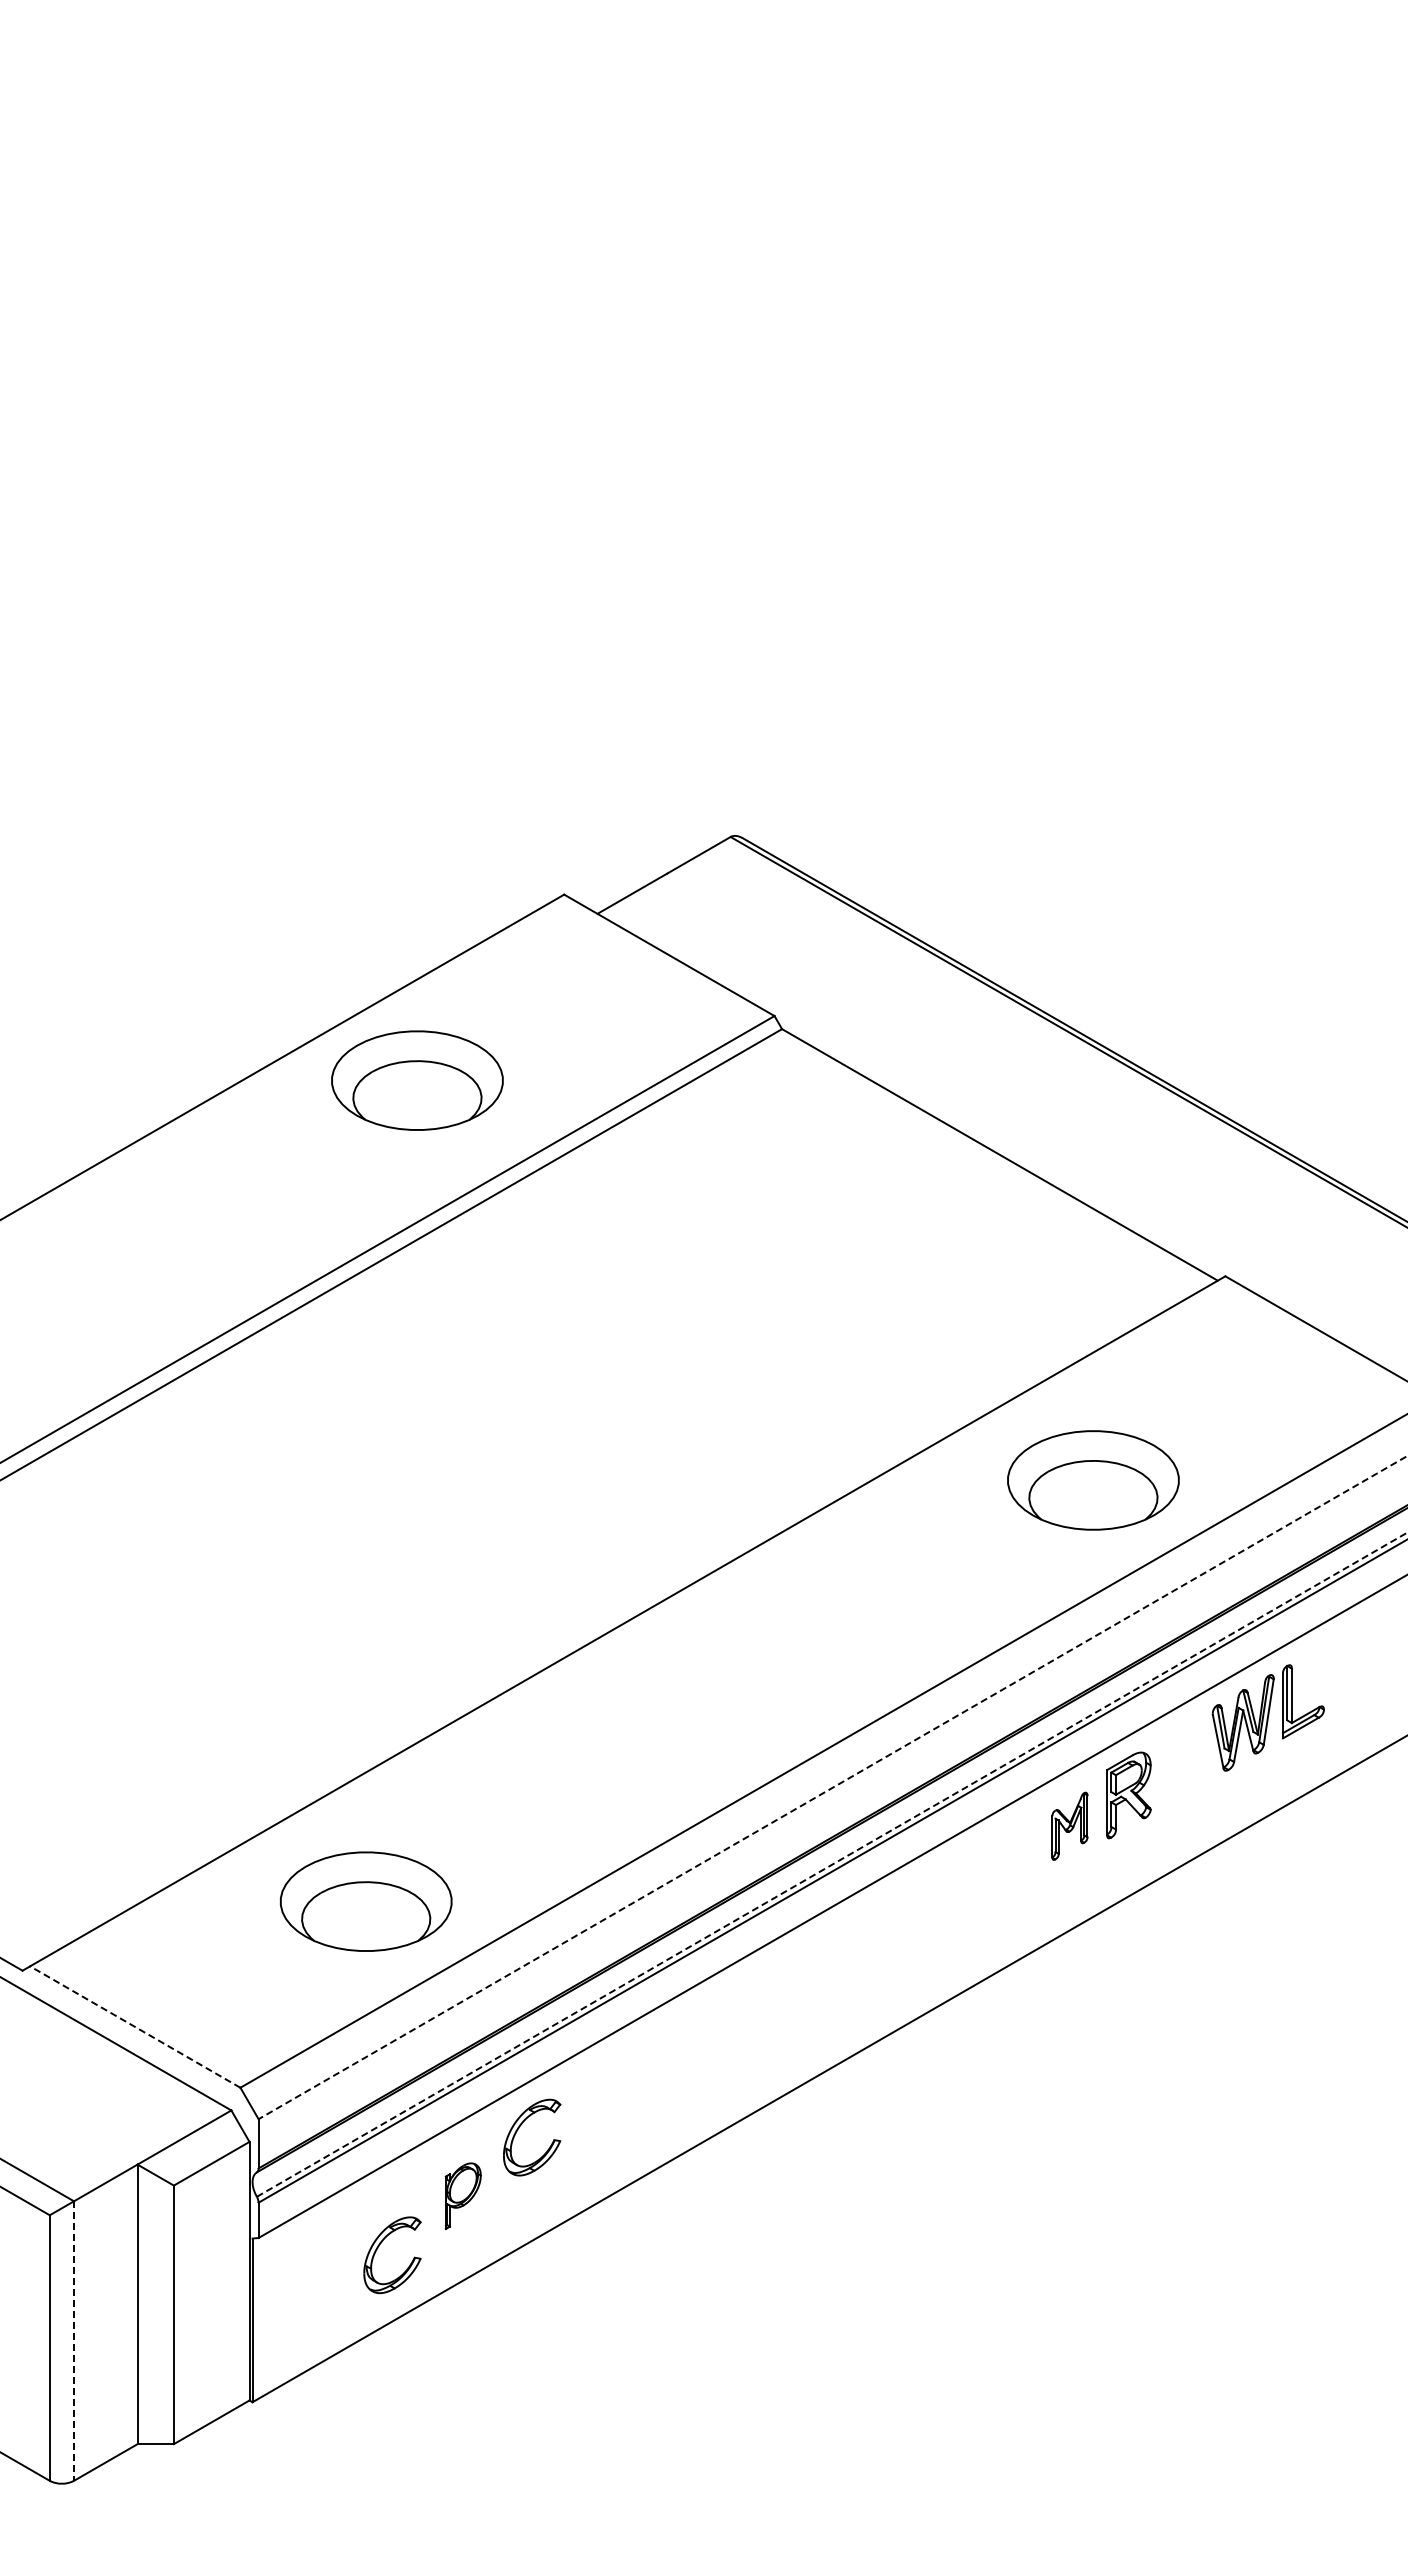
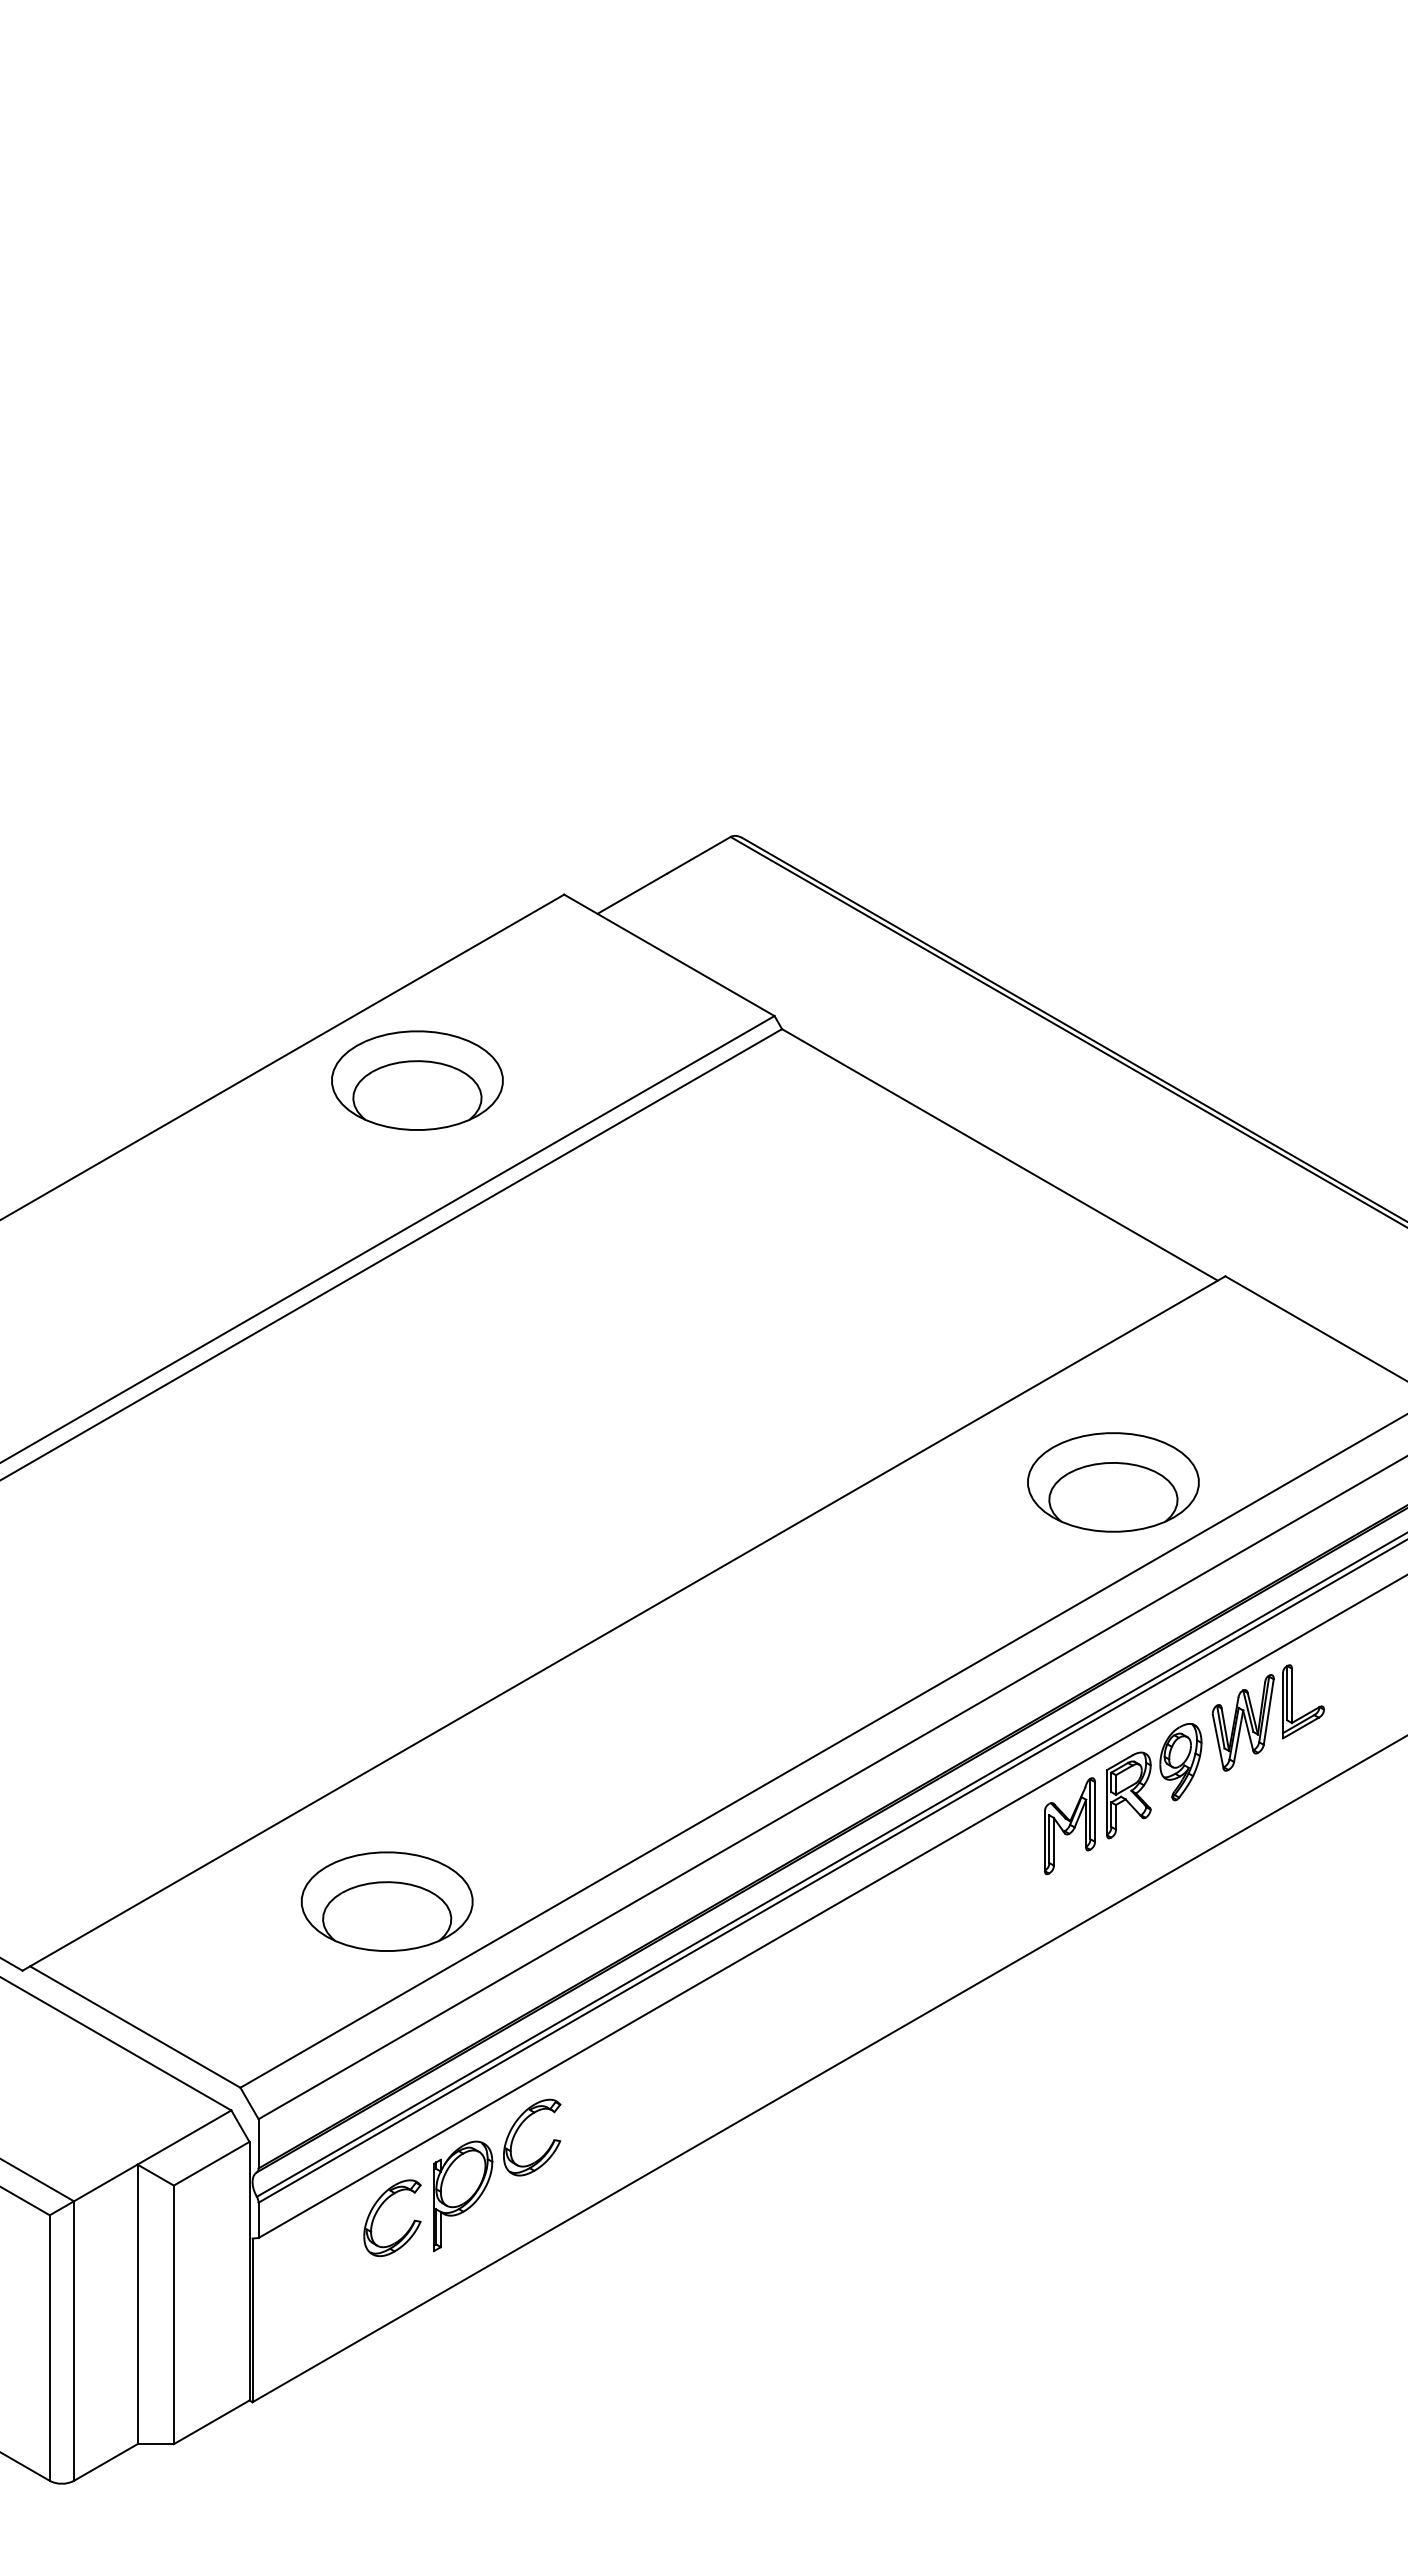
part at (1093, 1480) position: (1093, 1480) -> (1113, 1482)
part at (1180, 1762): none -> present
line at (833, 1787): dashed -> solid
part at (1069, 1825) size: 38x70 px -> 52x99 px
line at (832, 1864): dashed -> solid
part at (366, 1901) position: (366, 1901) -> (387, 1901)
line at (134, 2026): dashed -> solid
part at (462, 2196) size: 38x69 px -> 61x112 px
part at (378, 2248) position: (378, 2248) -> (378, 2211)
line at (74, 2341): dashed -> solid
